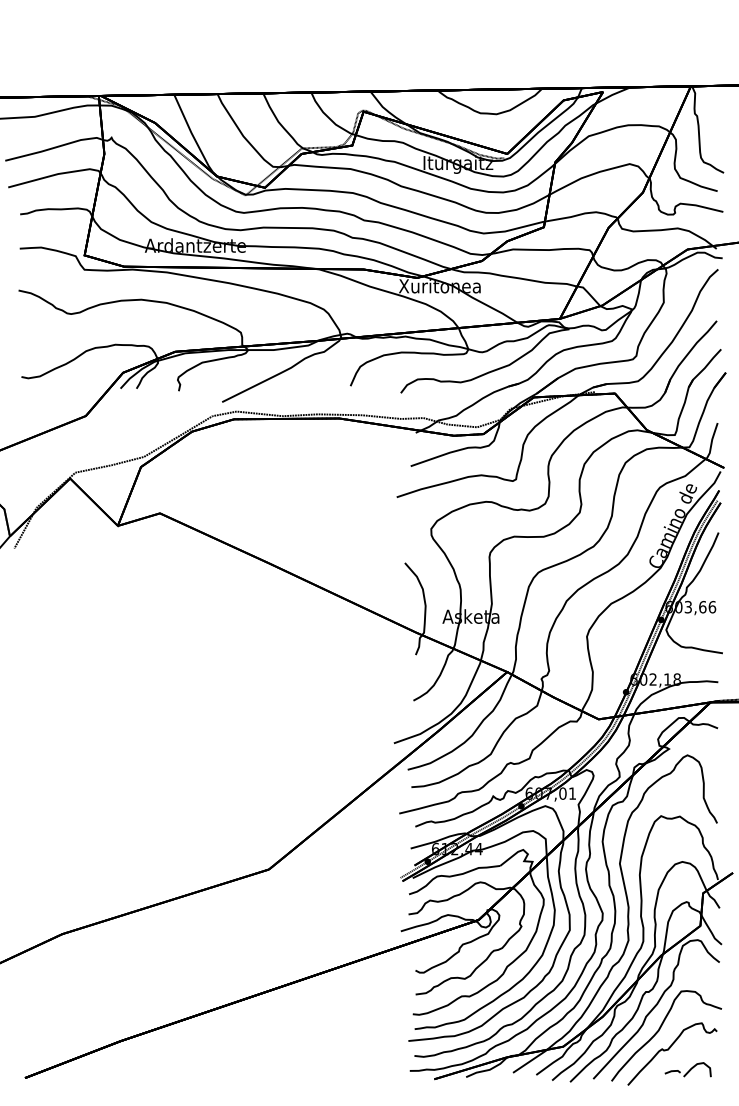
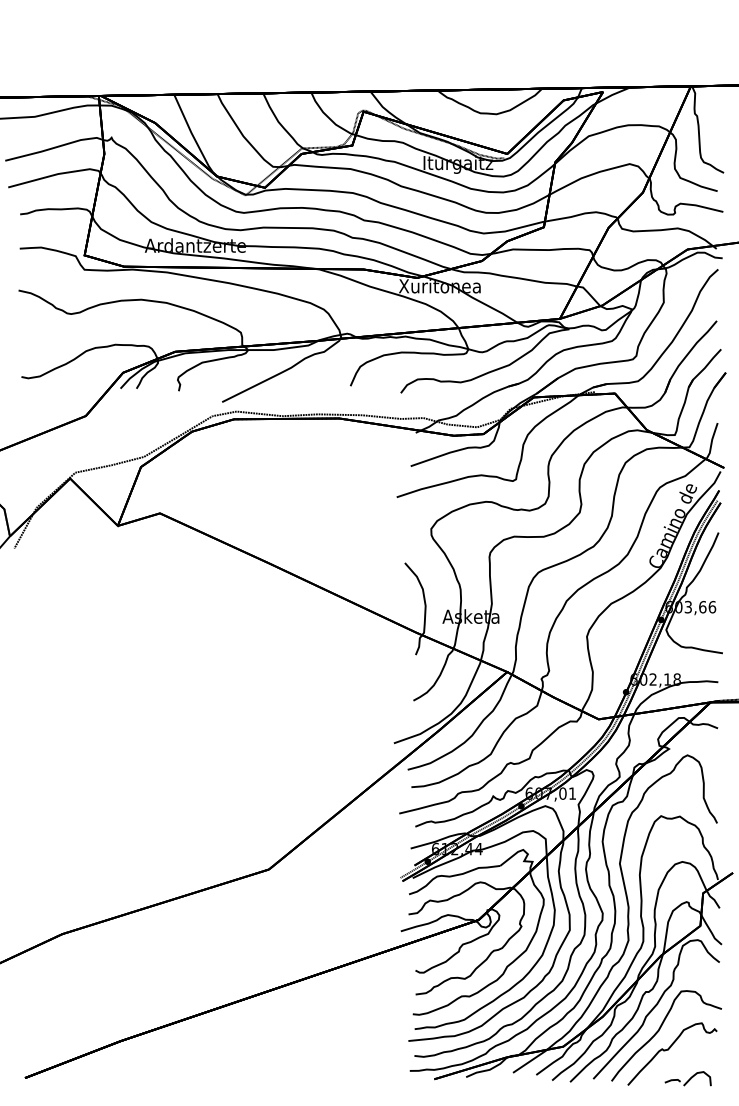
part at (687, 1069) position: (687, 1069) -> (687, 1078)
